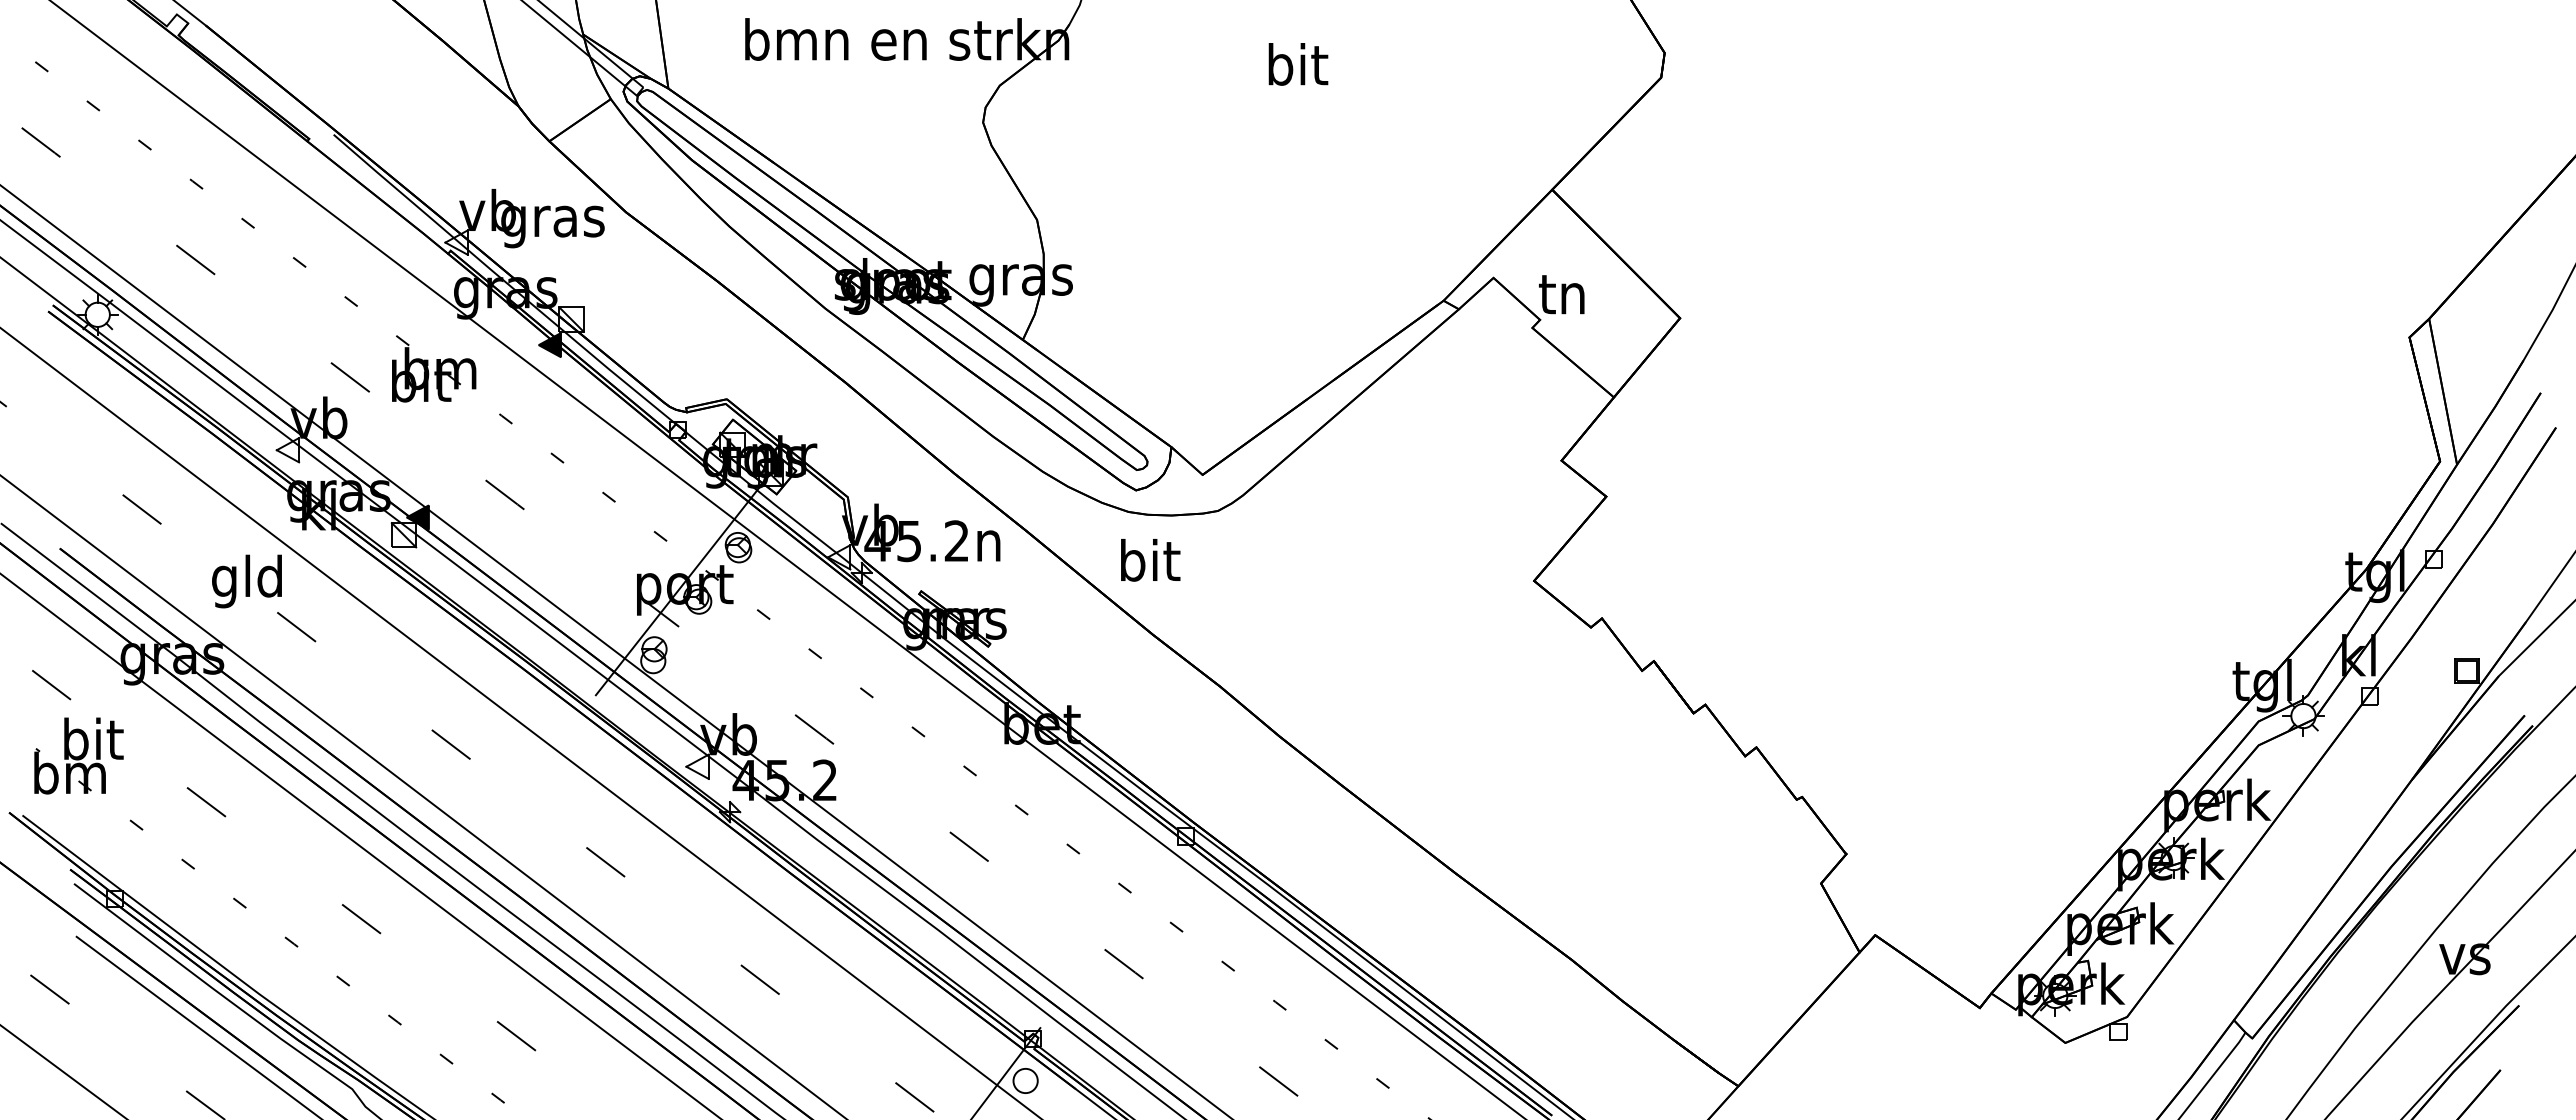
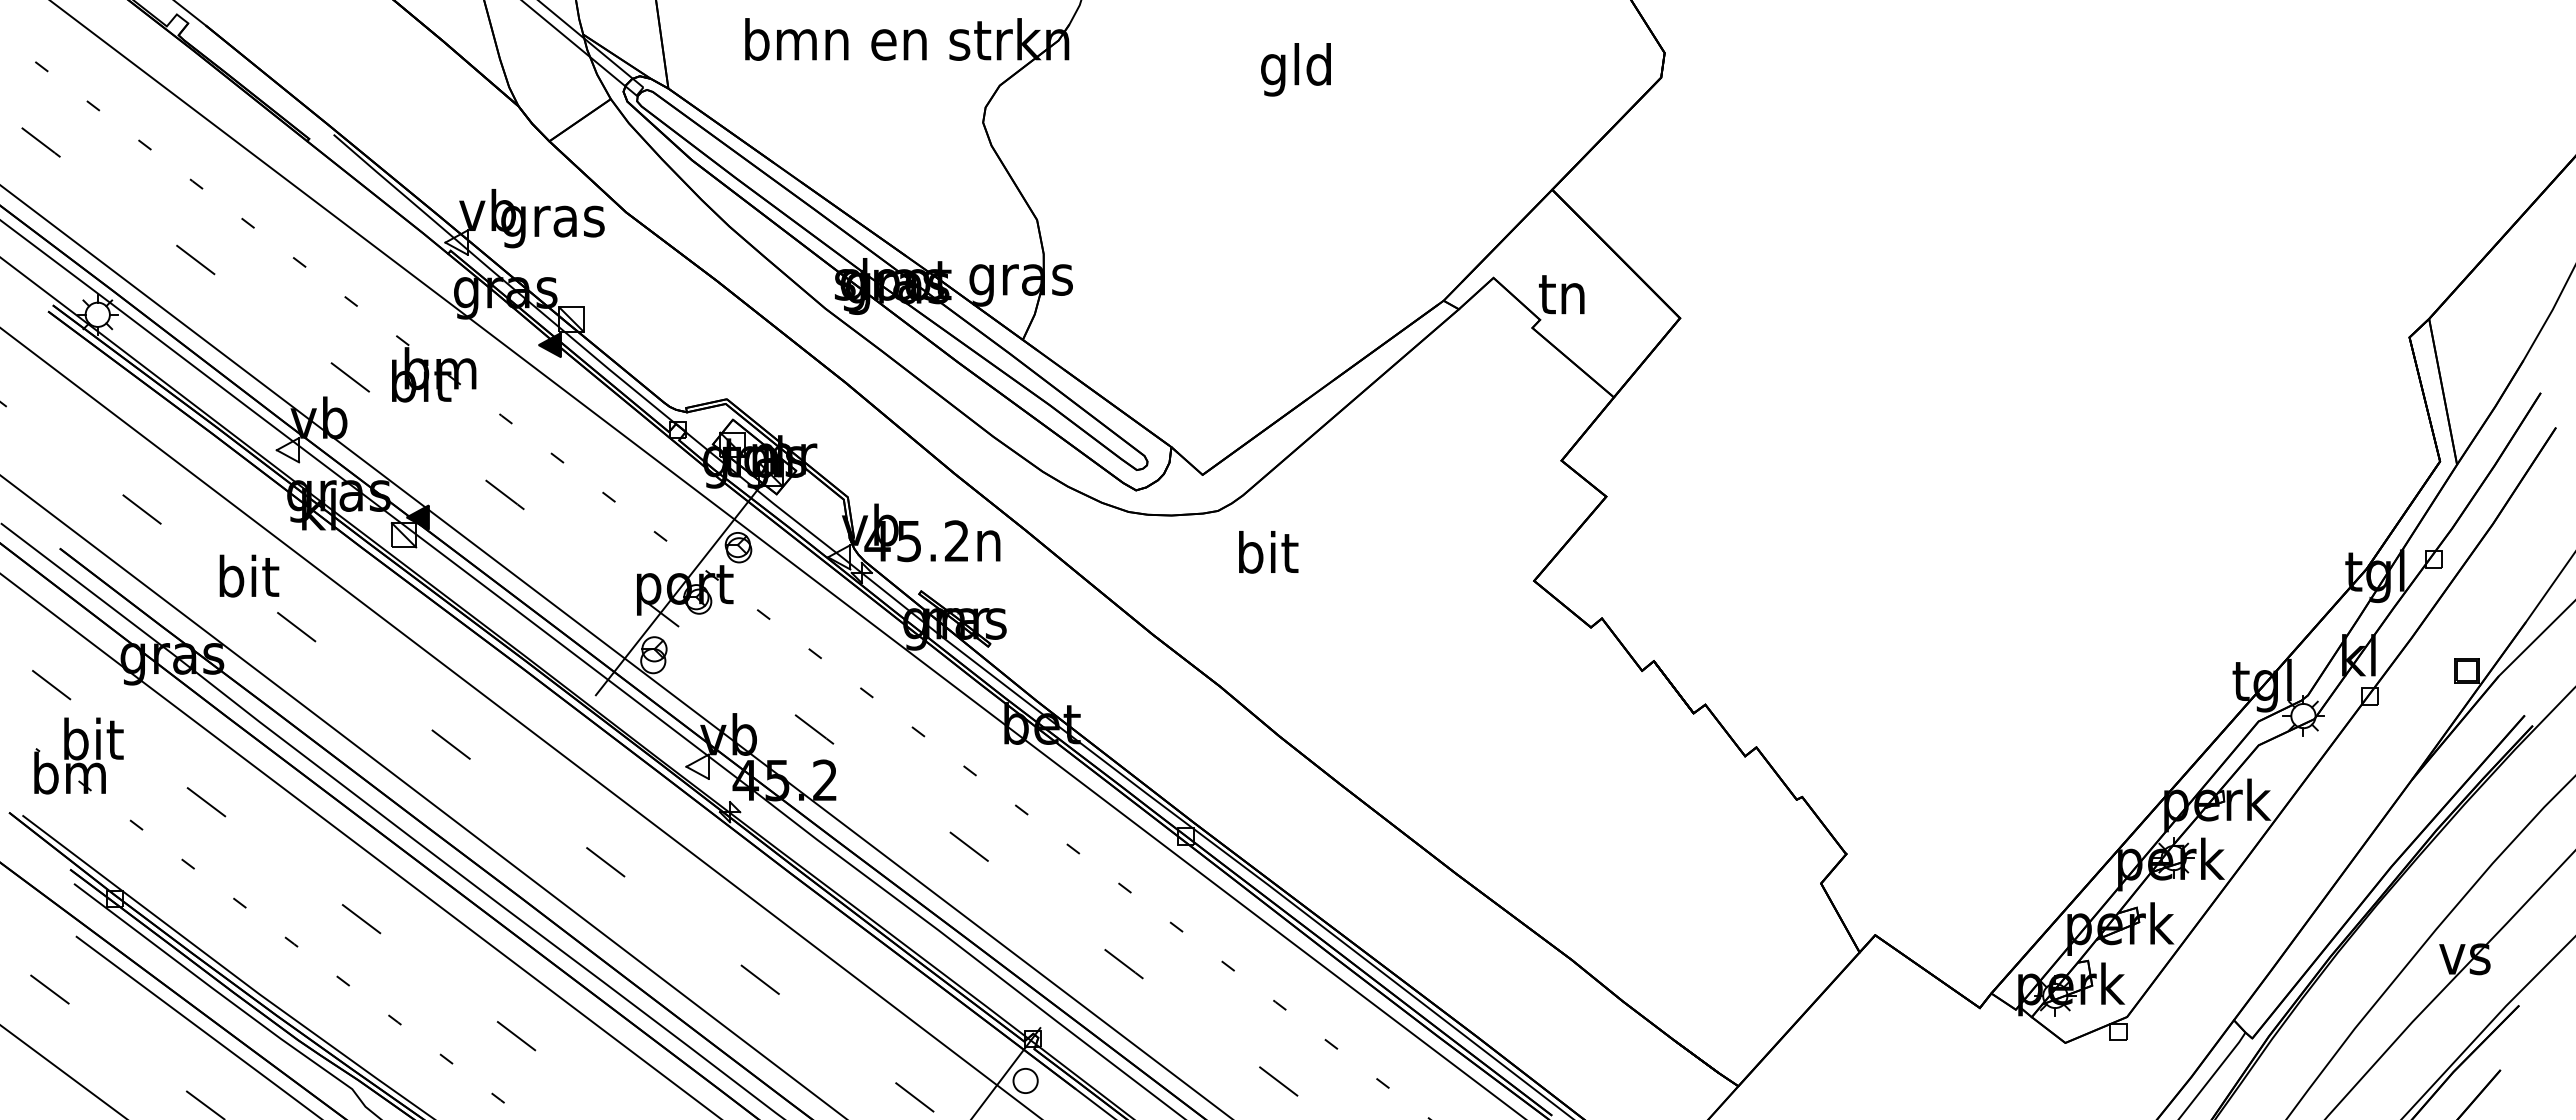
text at (1295, 69): bit -> gld
text at (1150, 560) position: (1150, 560) -> (1268, 552)
text at (246, 581): gld -> bit
